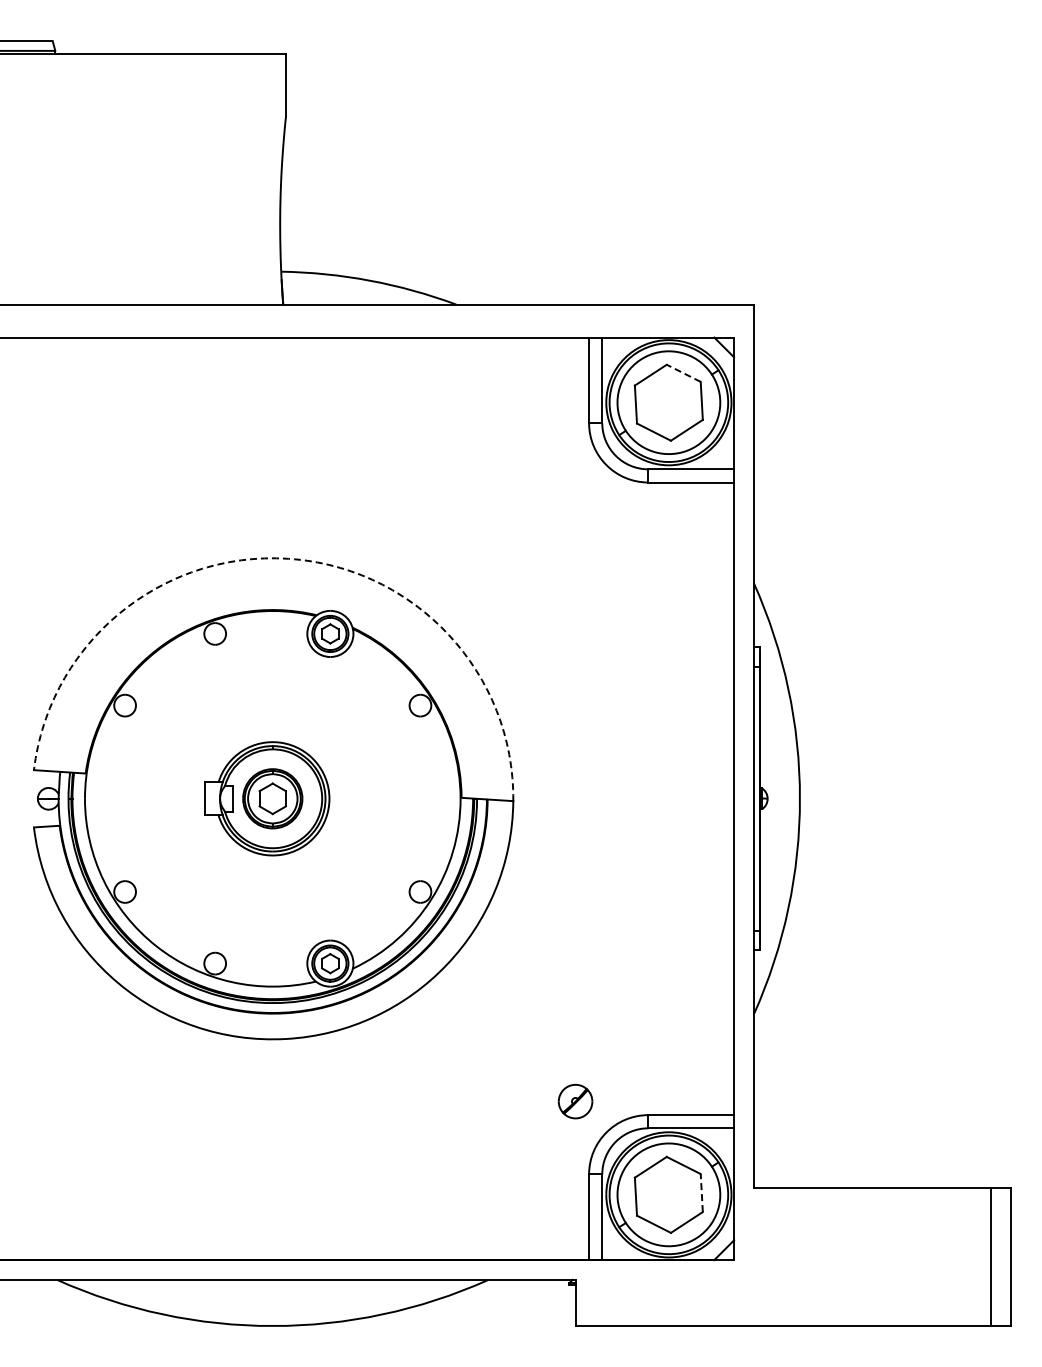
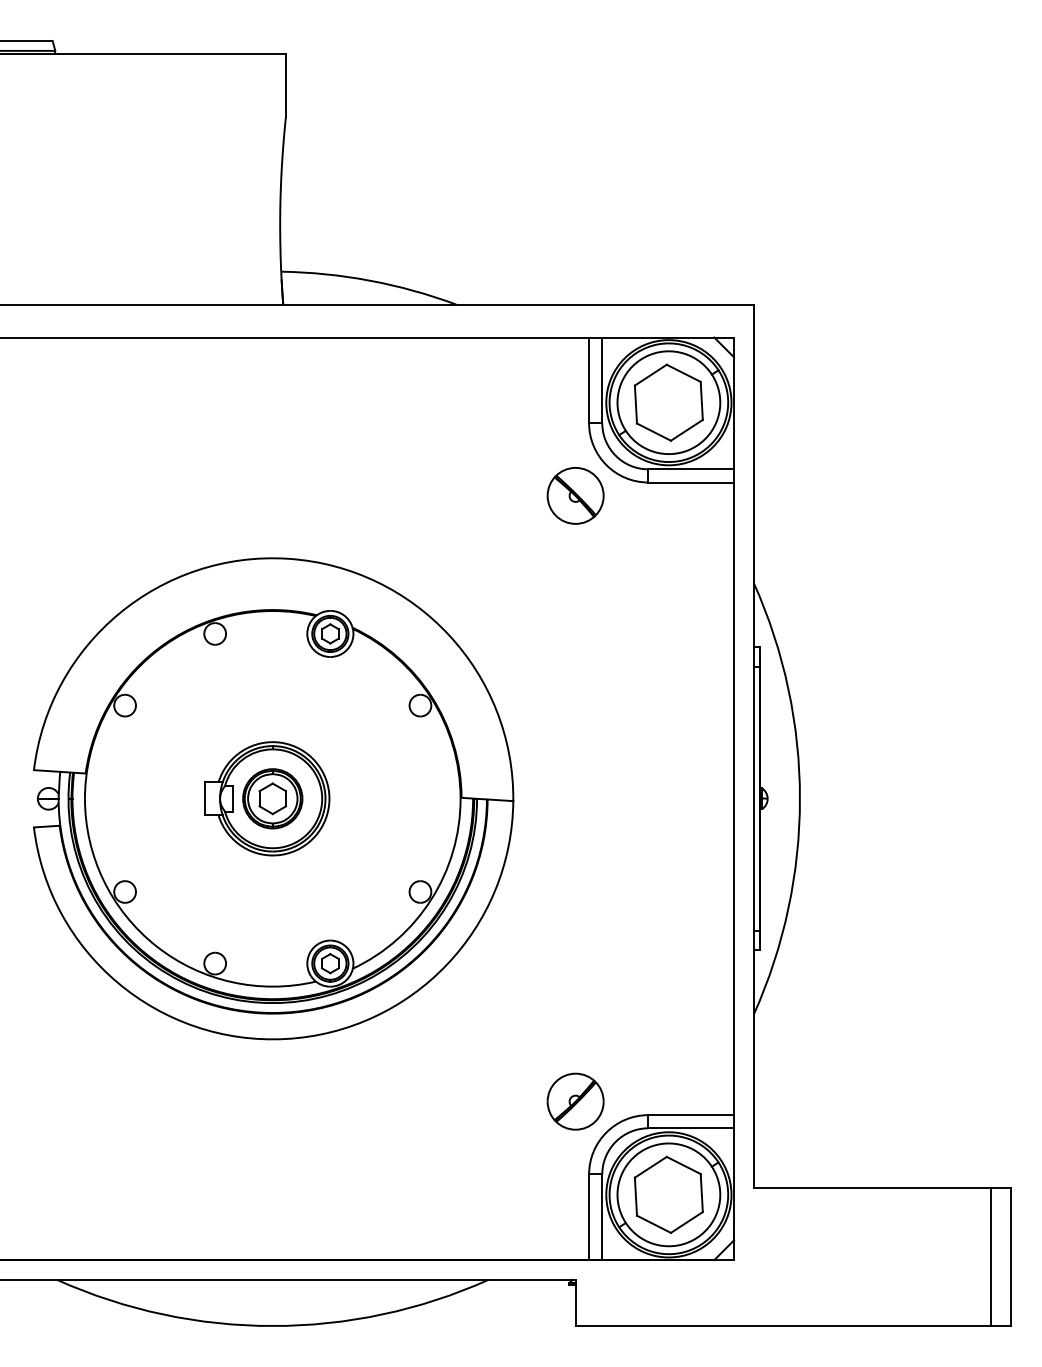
line at (683, 373): dashed -> solid
part at (575, 495): none -> present
arc at (288, 558): dashed -> solid
part at (575, 1101) size: 37x37 px -> 59x59 px
line at (701, 1192): dashed -> solid
